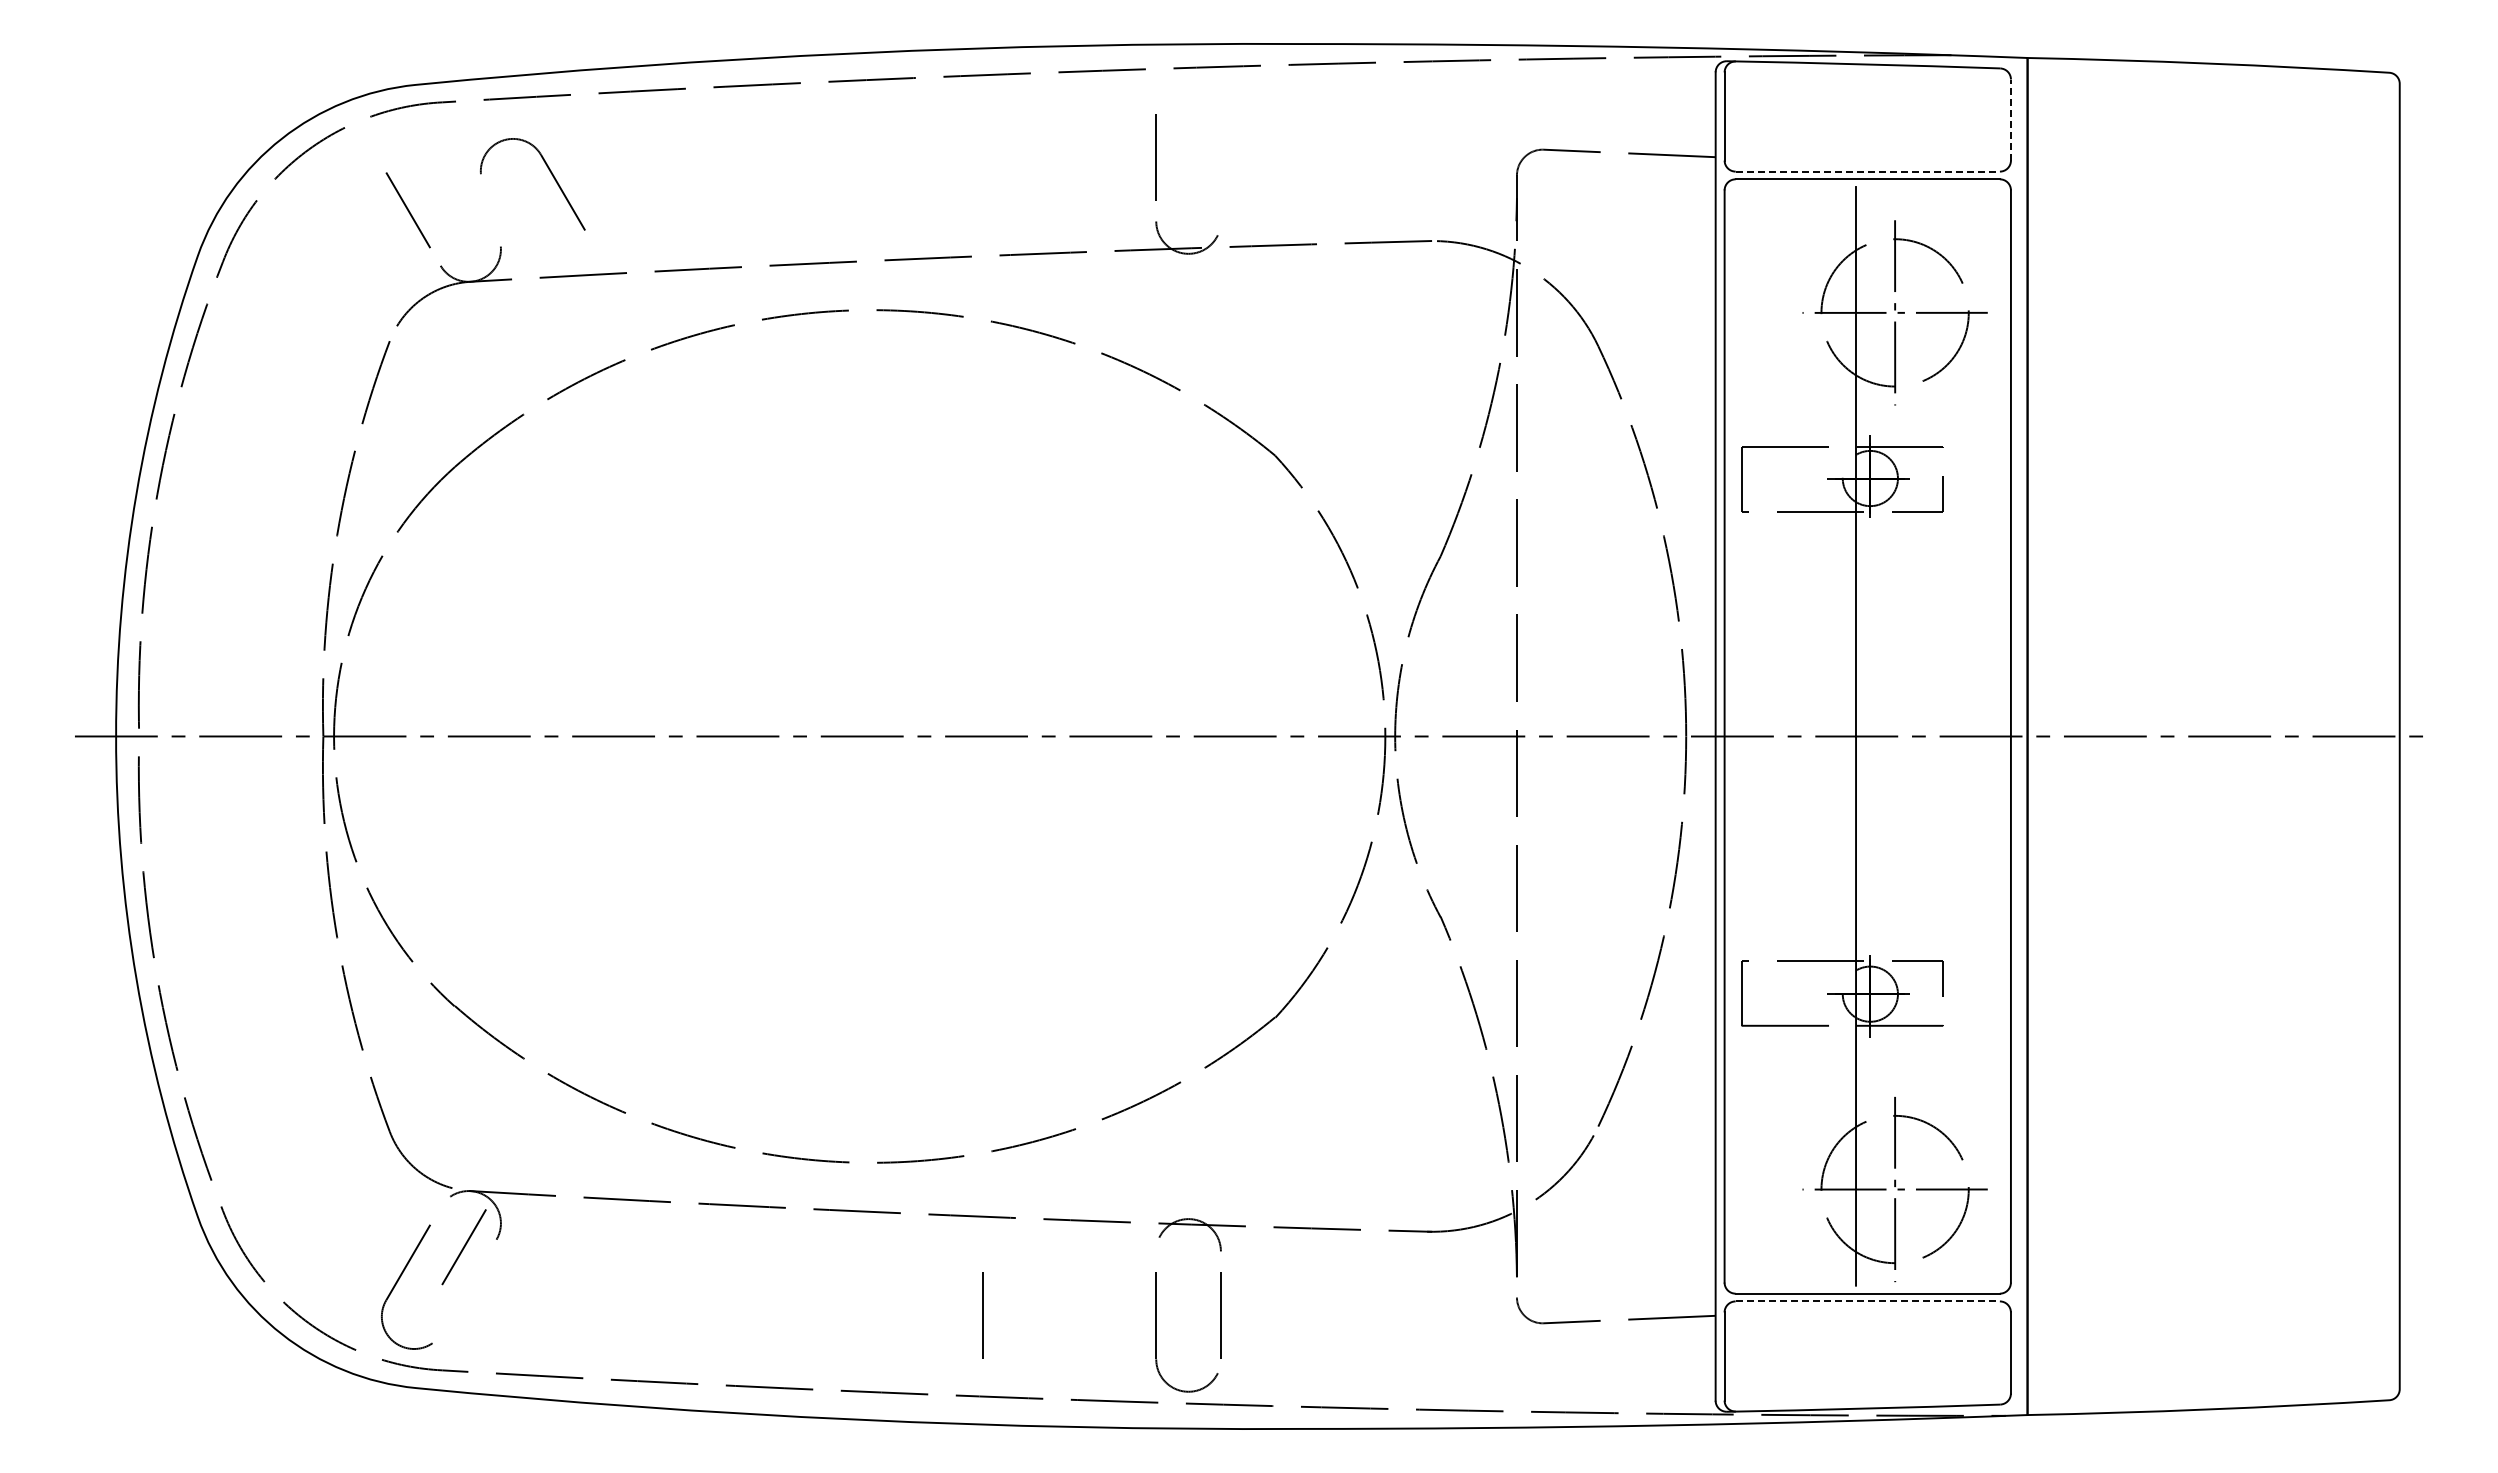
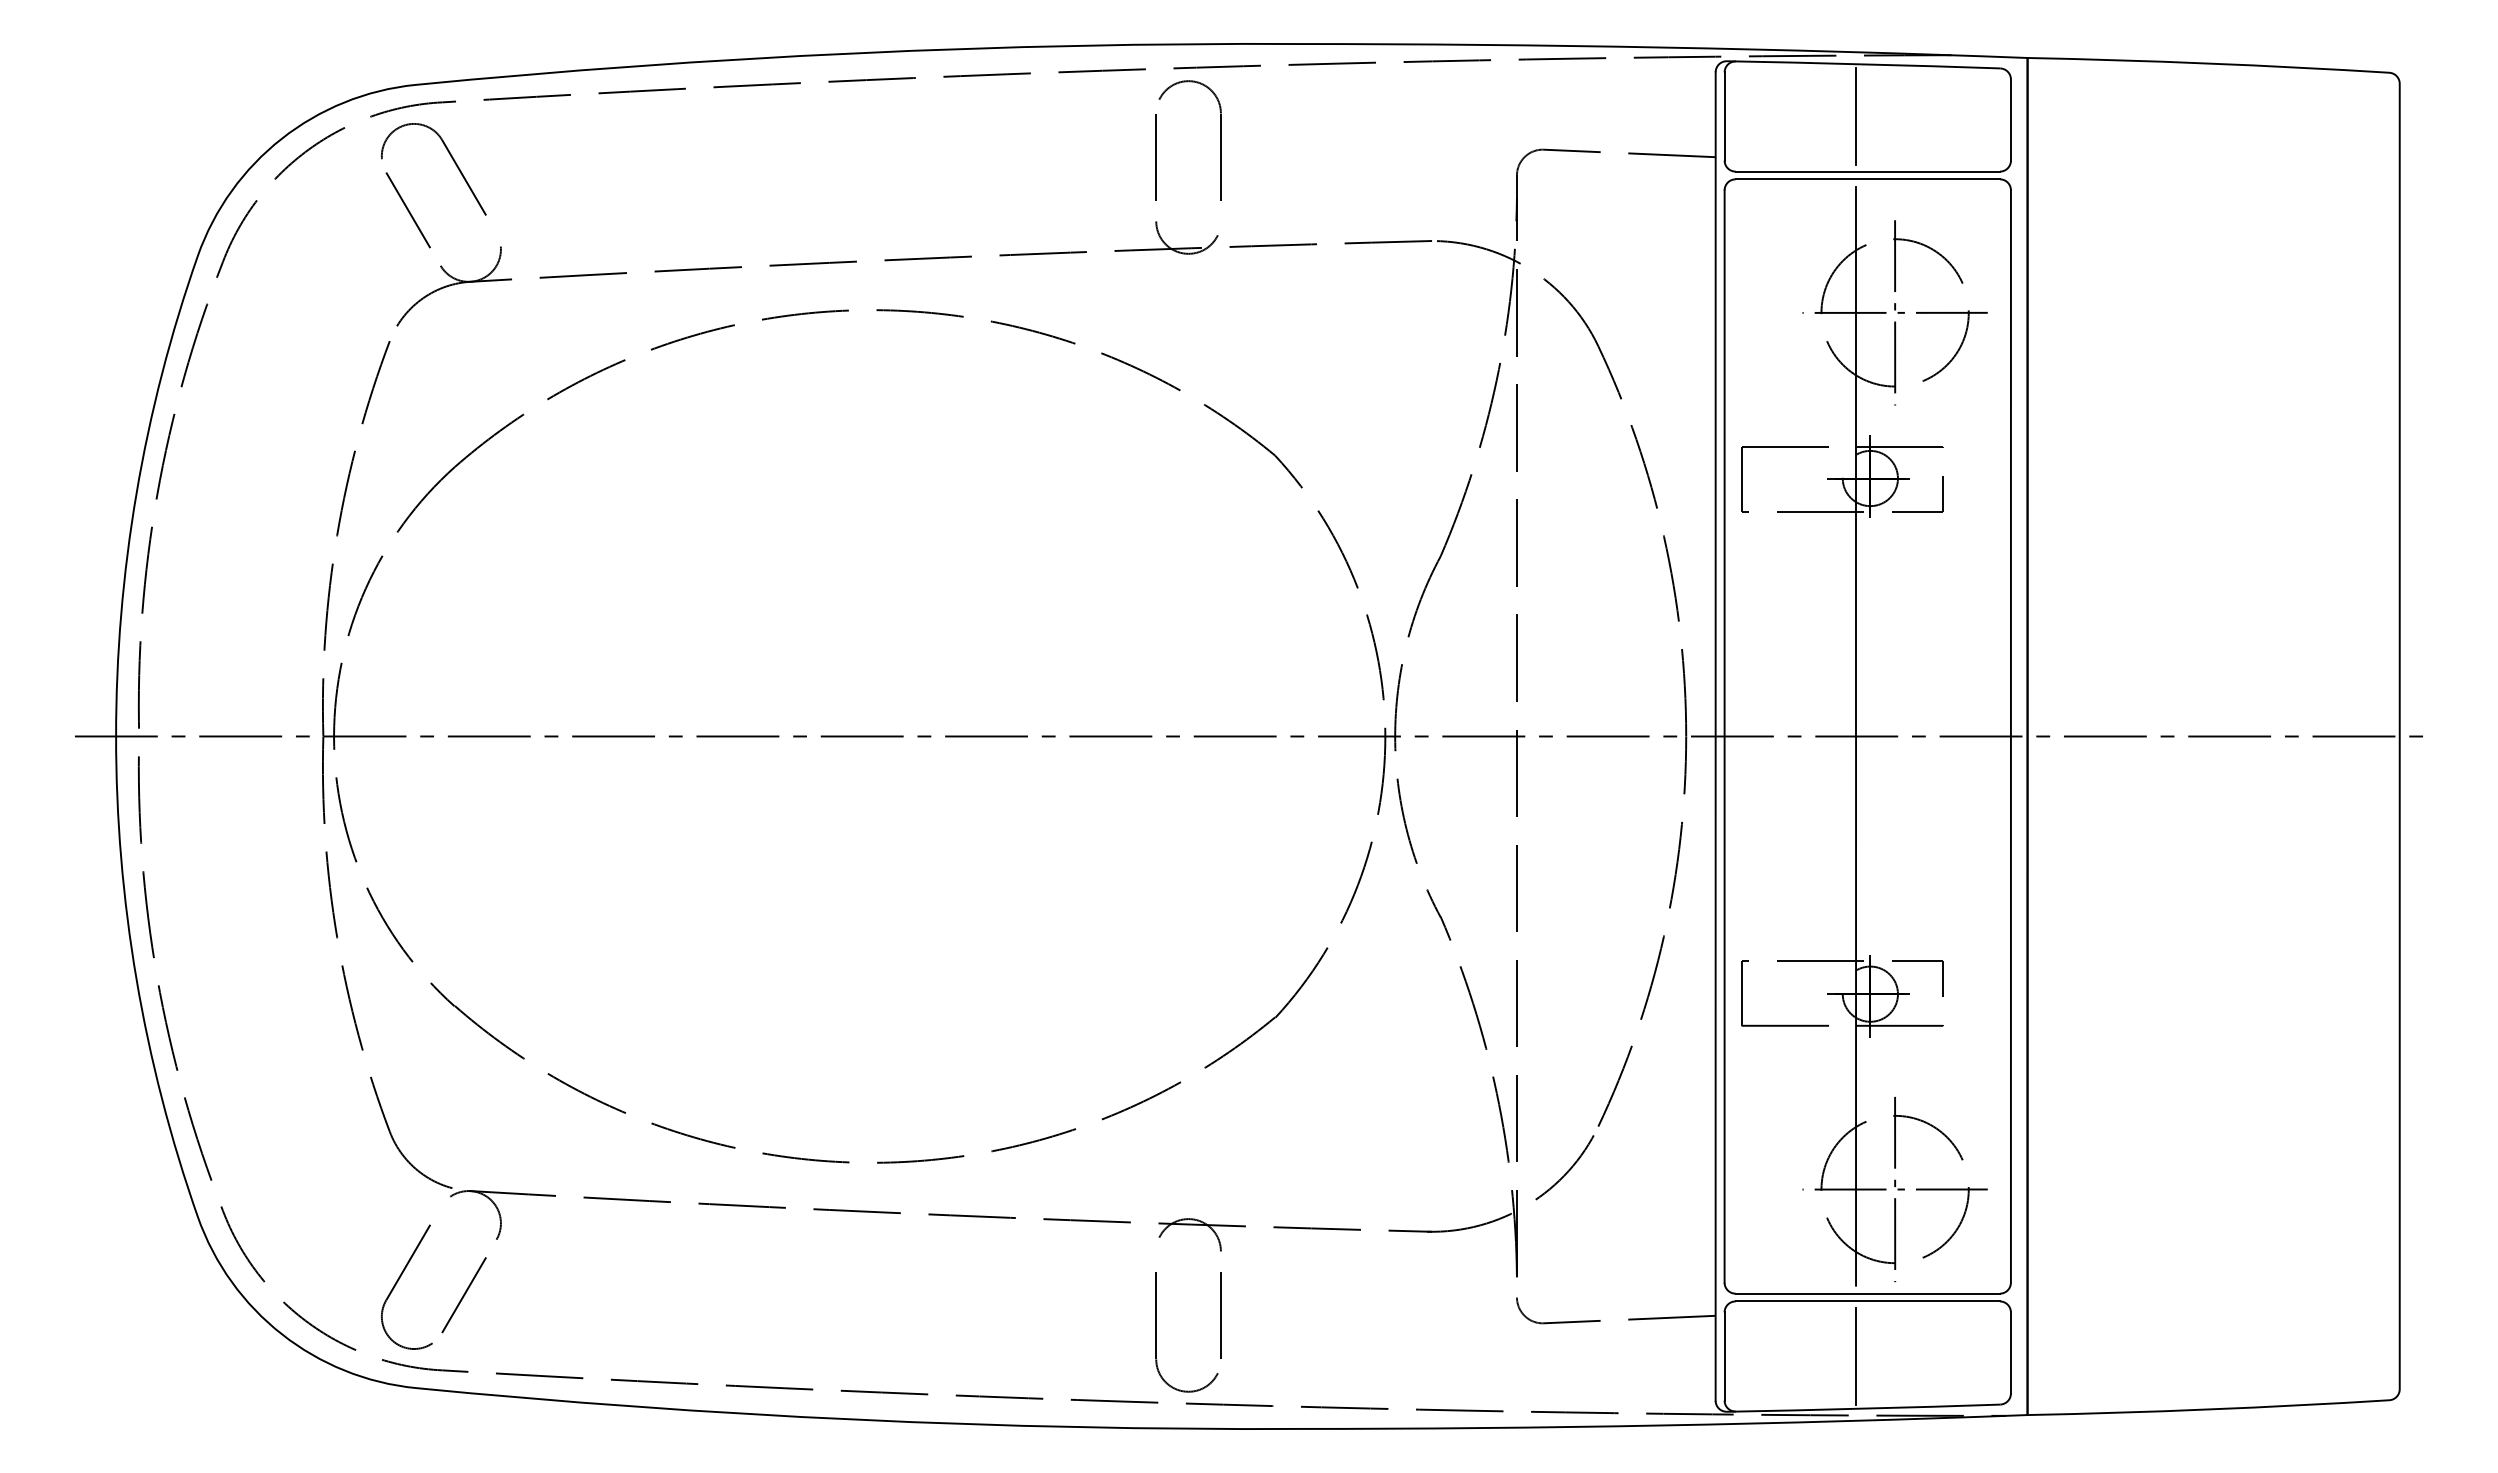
line at (1856, 116): none -> present
line at (2010, 120): dashed -> solid
part at (1220, 140): none -> present
line at (1868, 171): dashed -> solid
part at (550, 173) position: (550, 173) -> (451, 158)
line at (463, 1247) position: (463, 1247) -> (463, 1295)
line at (1868, 1301): dashed -> solid
line at (982, 1315): present -> none
line at (1856, 1355): none -> present
